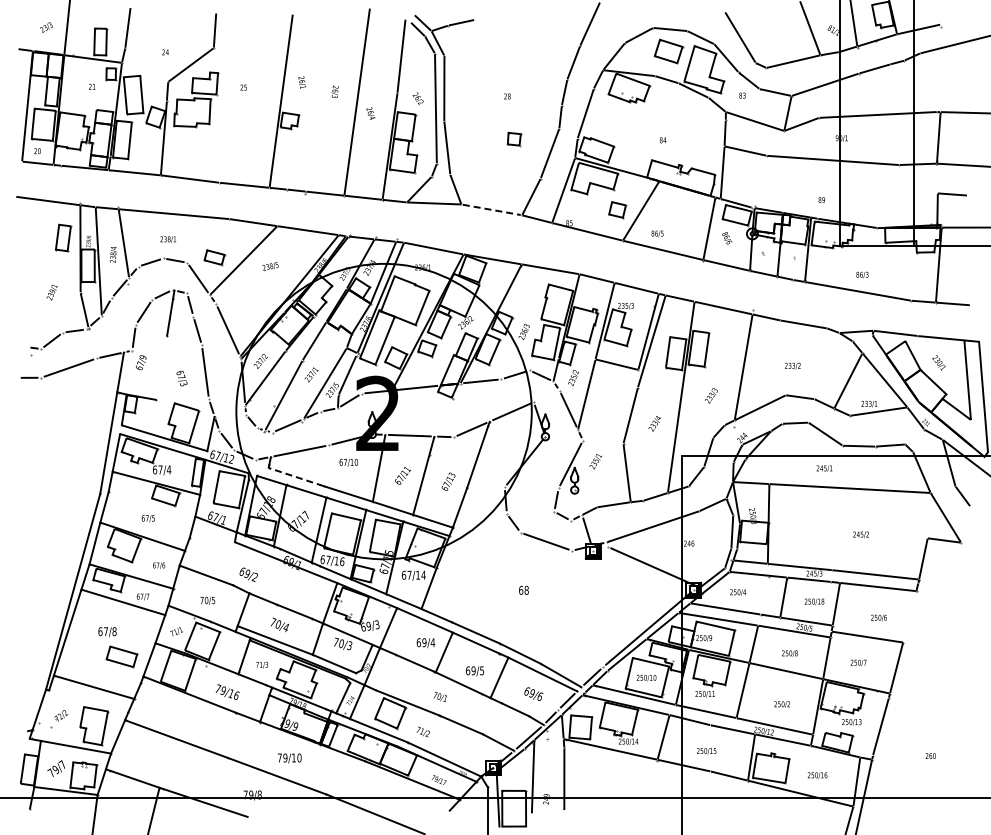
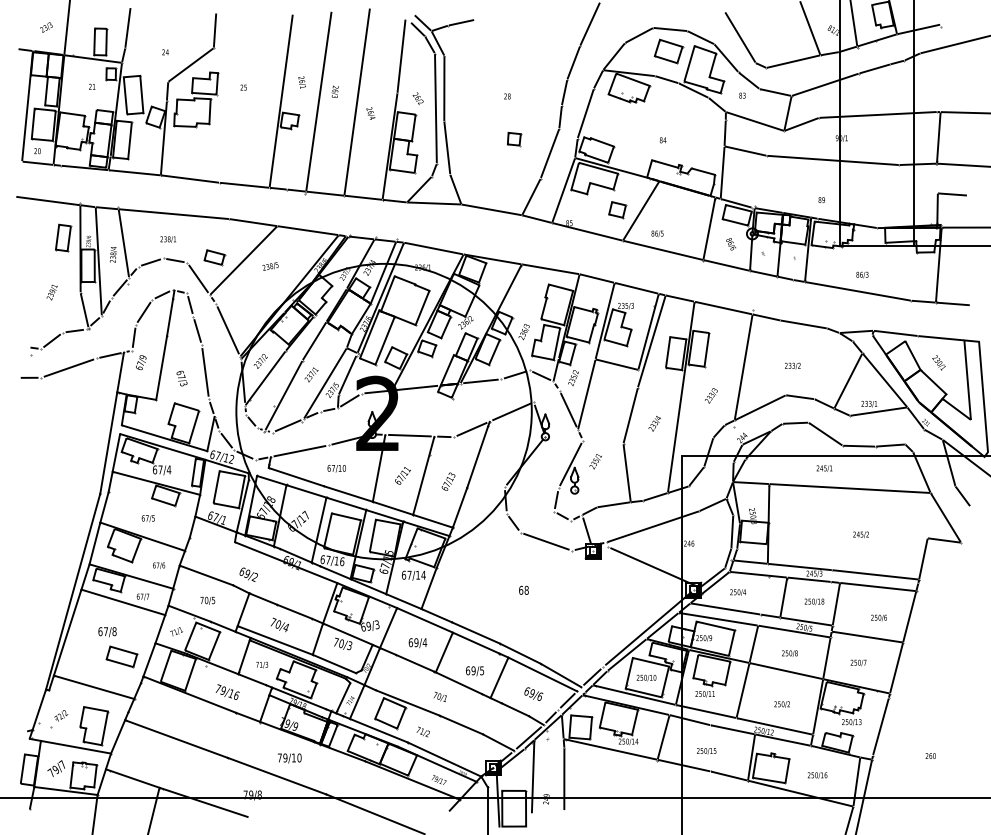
line at (318, 101): none -> present
line at (492, 209): dashed -> solid
text at (726, 238) position: (726, 238) -> (730, 244)
line at (161, 367): none -> present
text at (348, 462) position: (348, 462) -> (336, 468)
line at (296, 477): dashed -> solid
line at (909, 616): none -> present
text at (425, 643) position: (425, 643) -> (417, 643)
